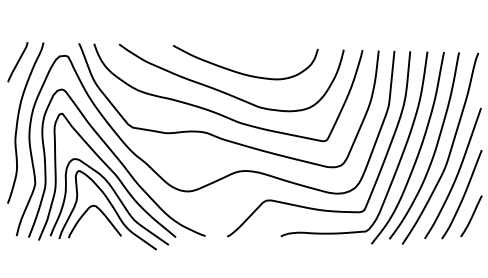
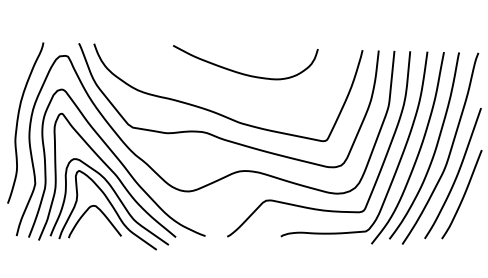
line at (17, 62): present -> none
curve at (224, 91): present -> none
line at (471, 216): present -> none
